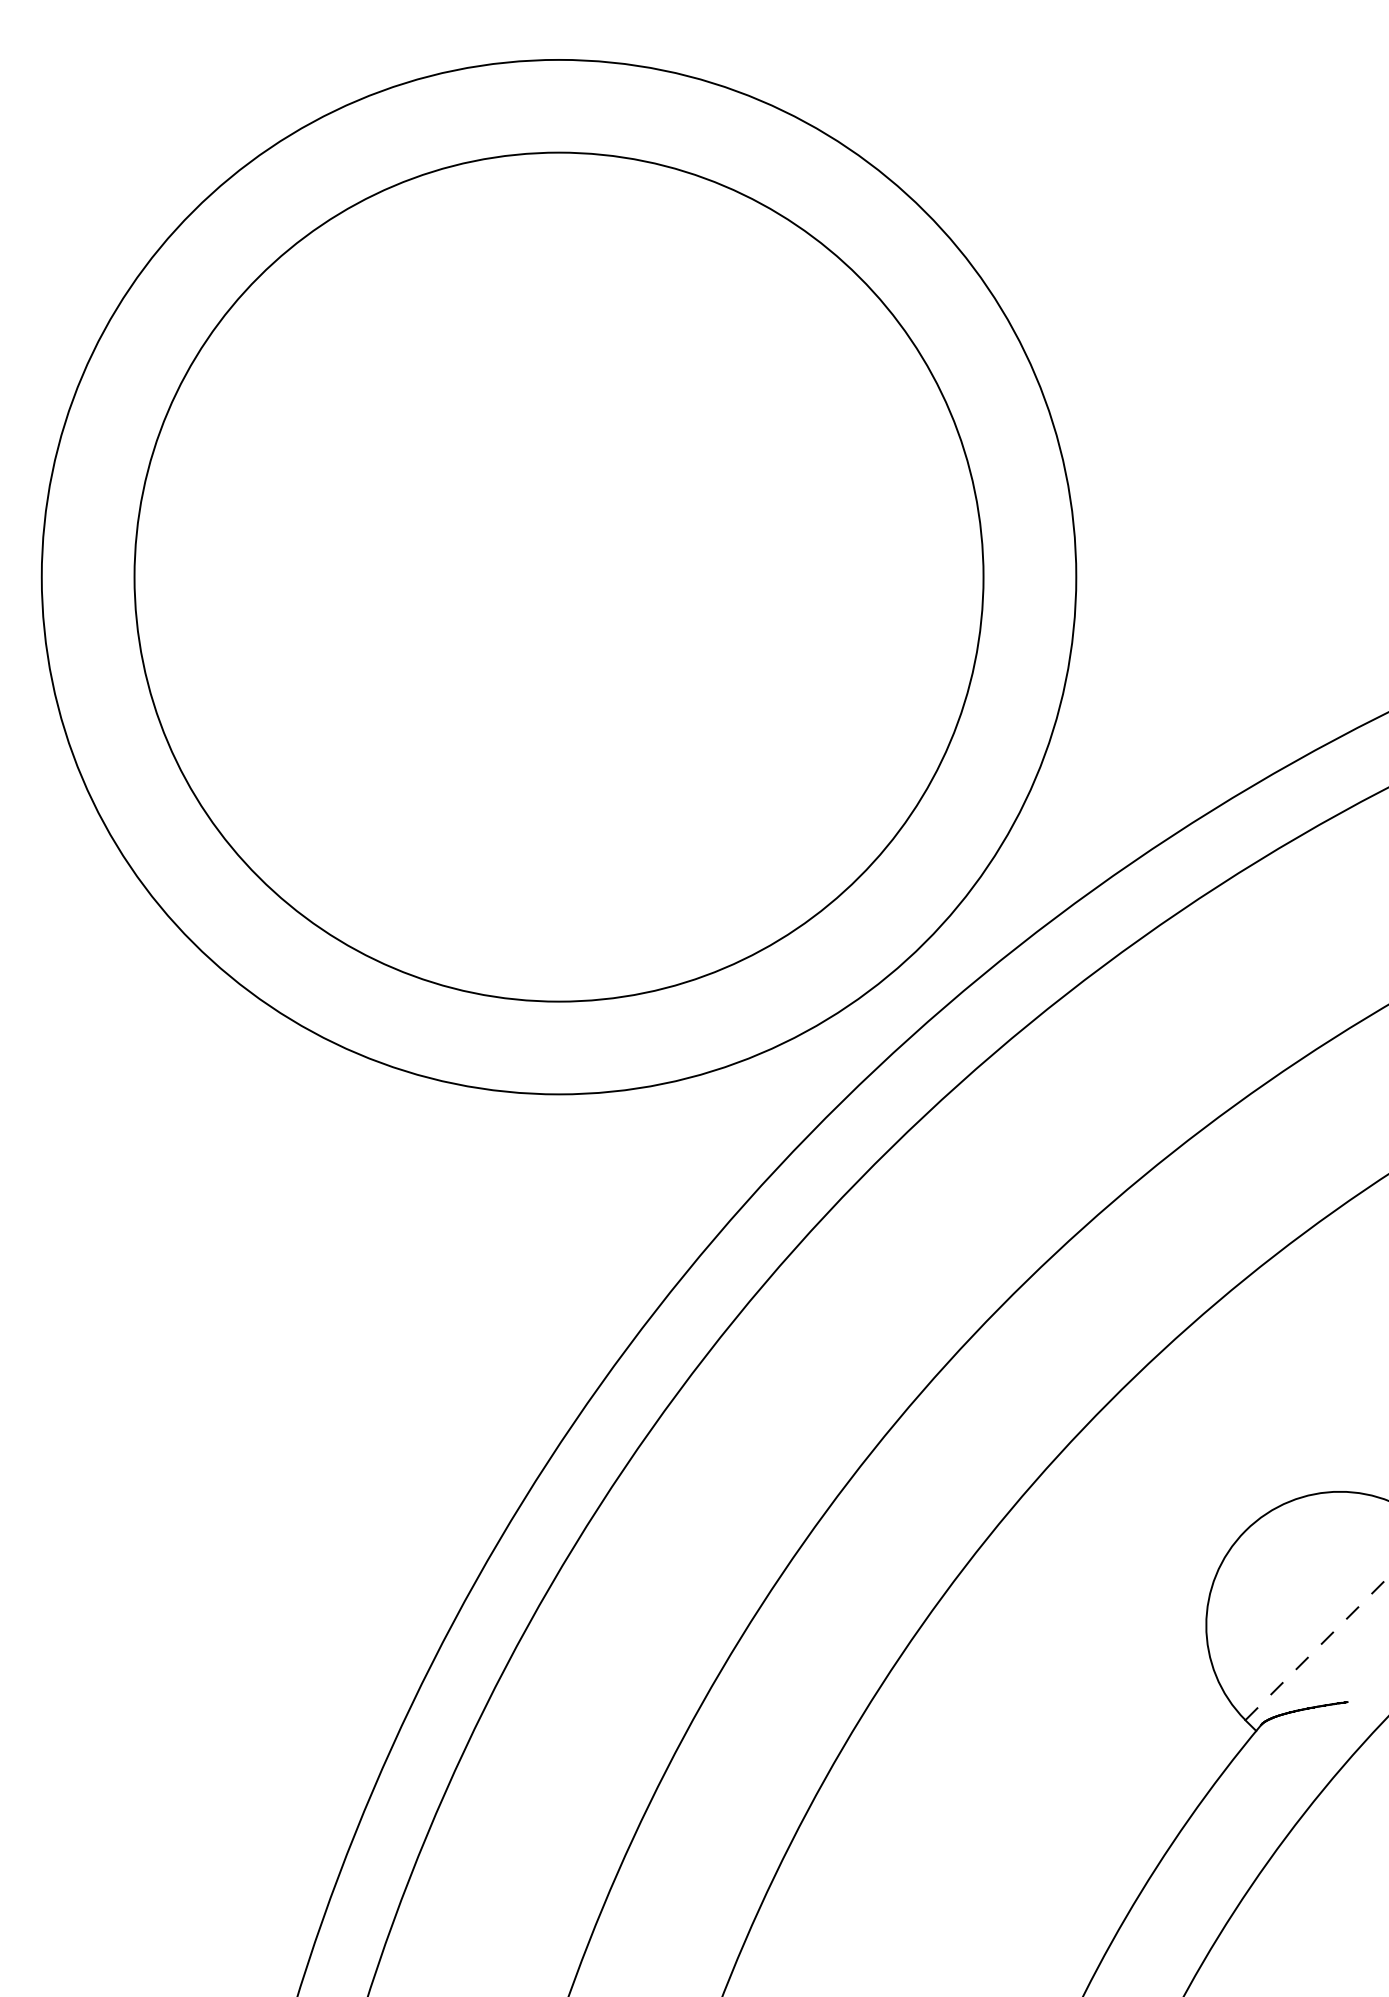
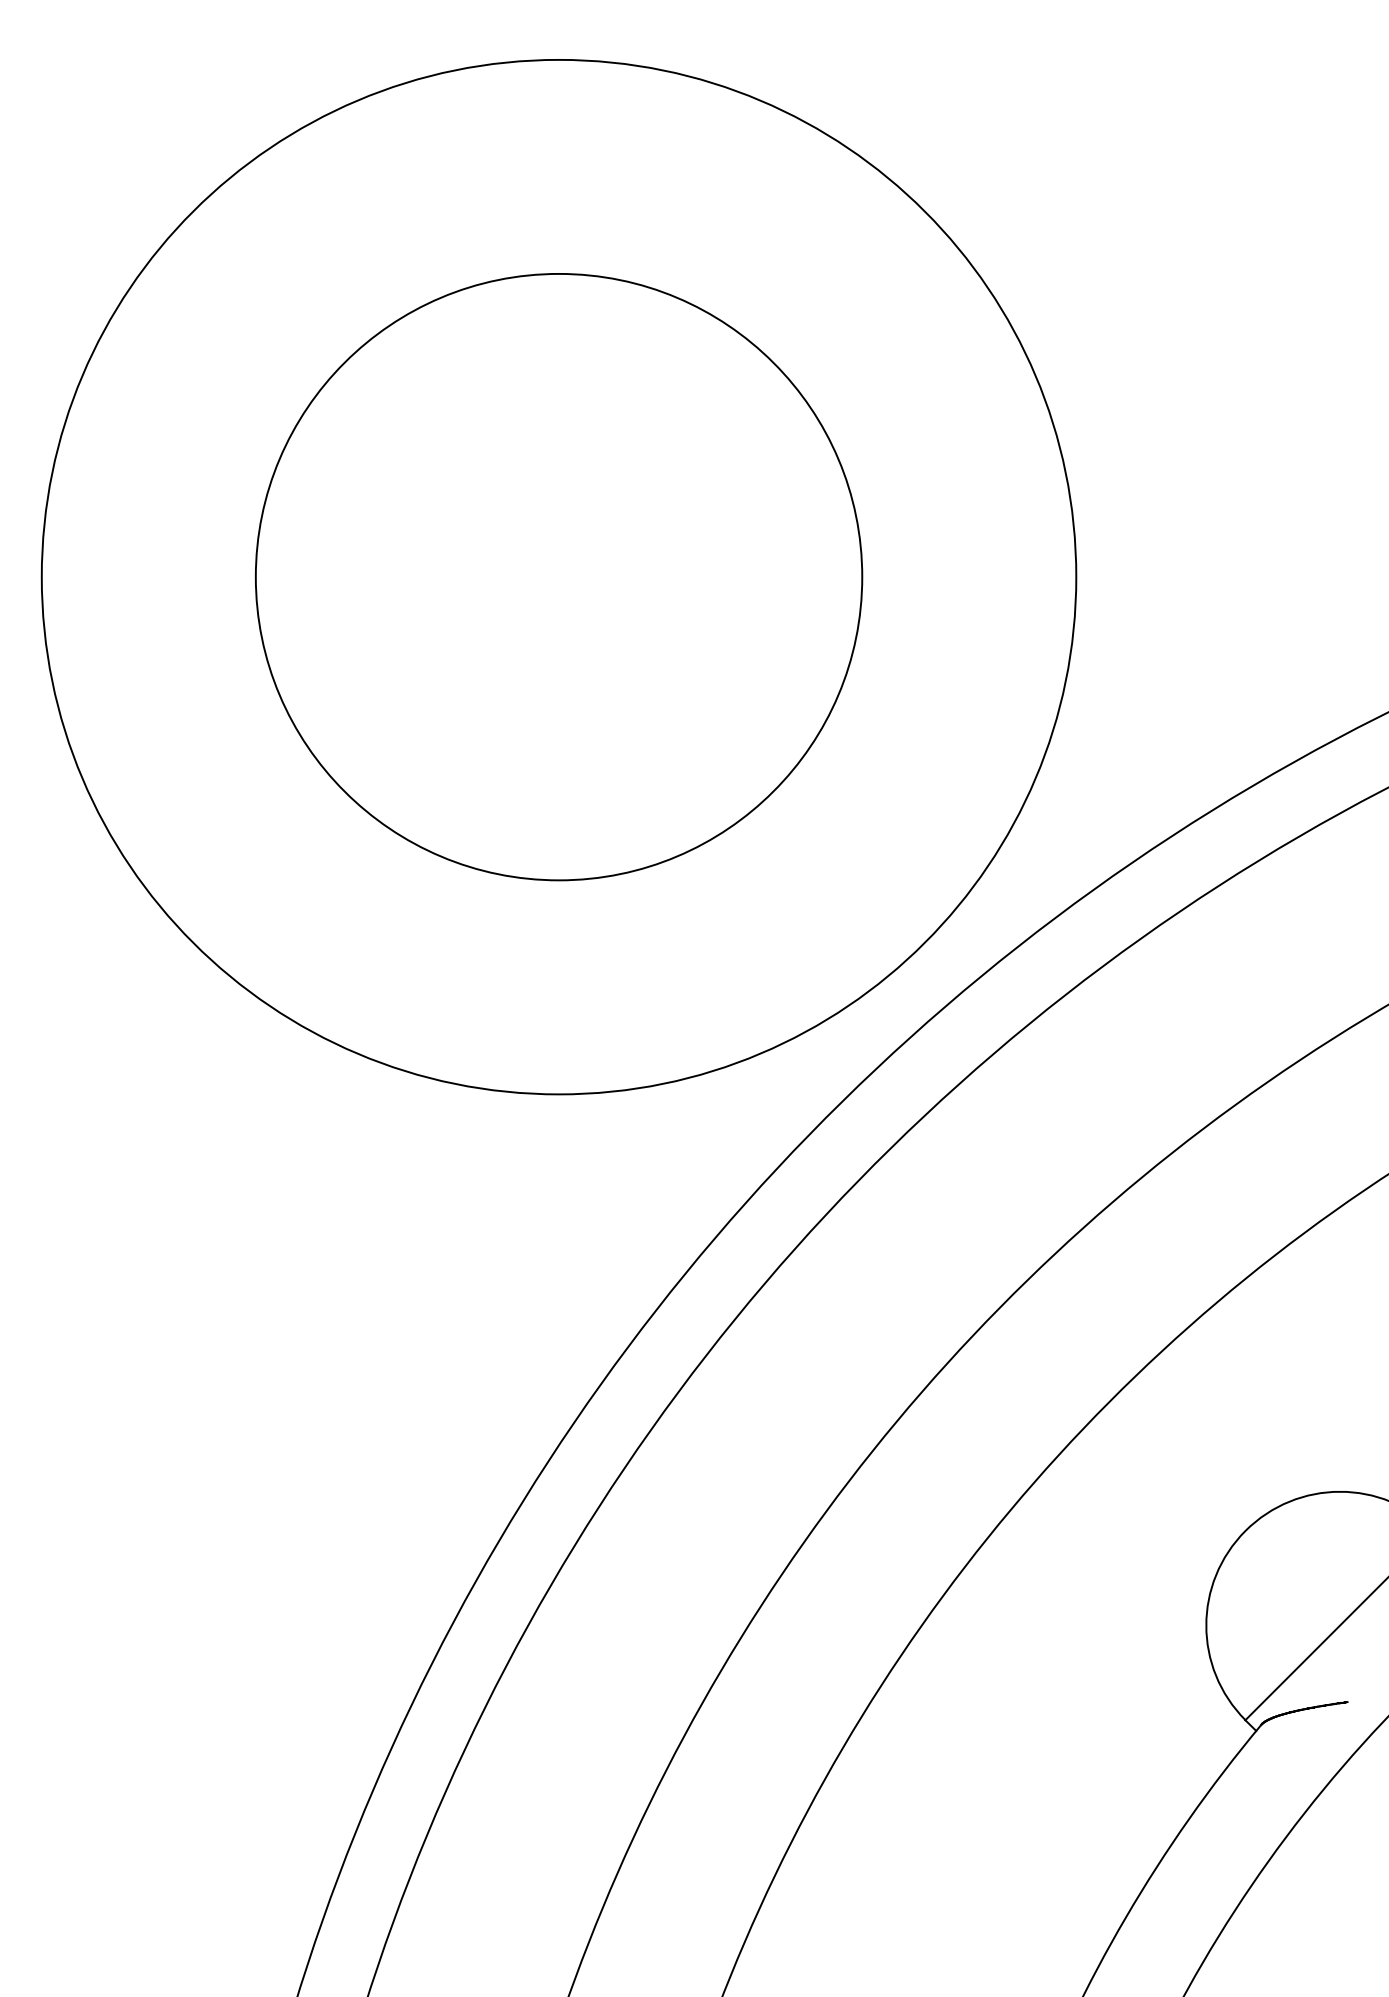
circle at (558, 576) diameter: 849 px -> 606 px
line at (1316, 1648): dashed -> solid
